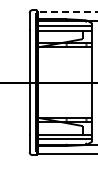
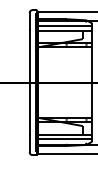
line at (67, 11): dashed -> solid
